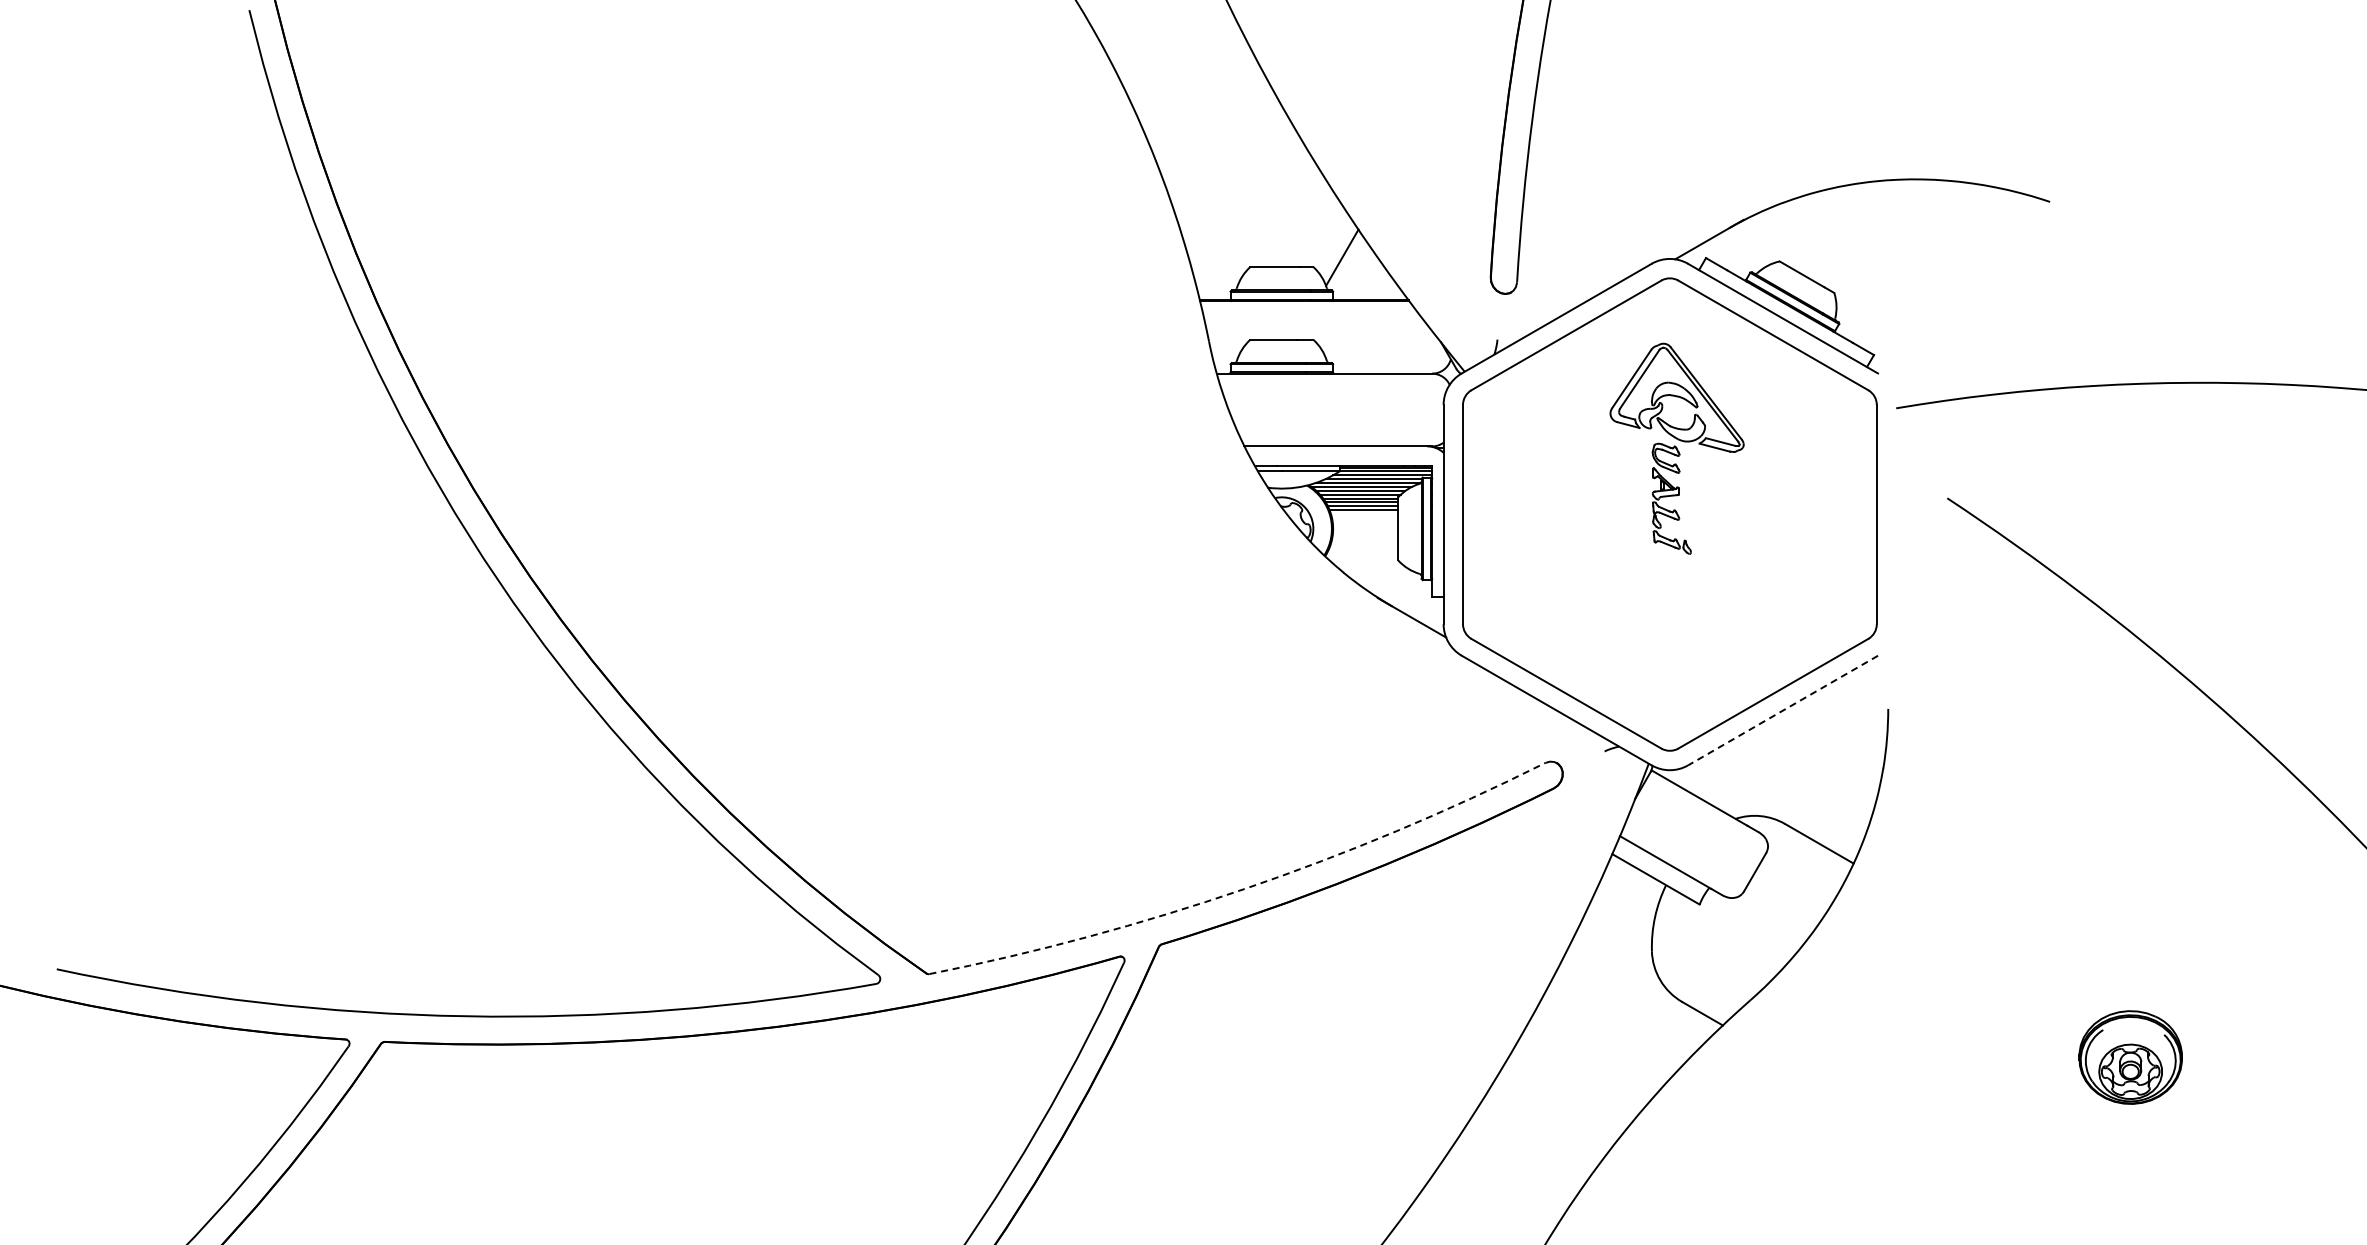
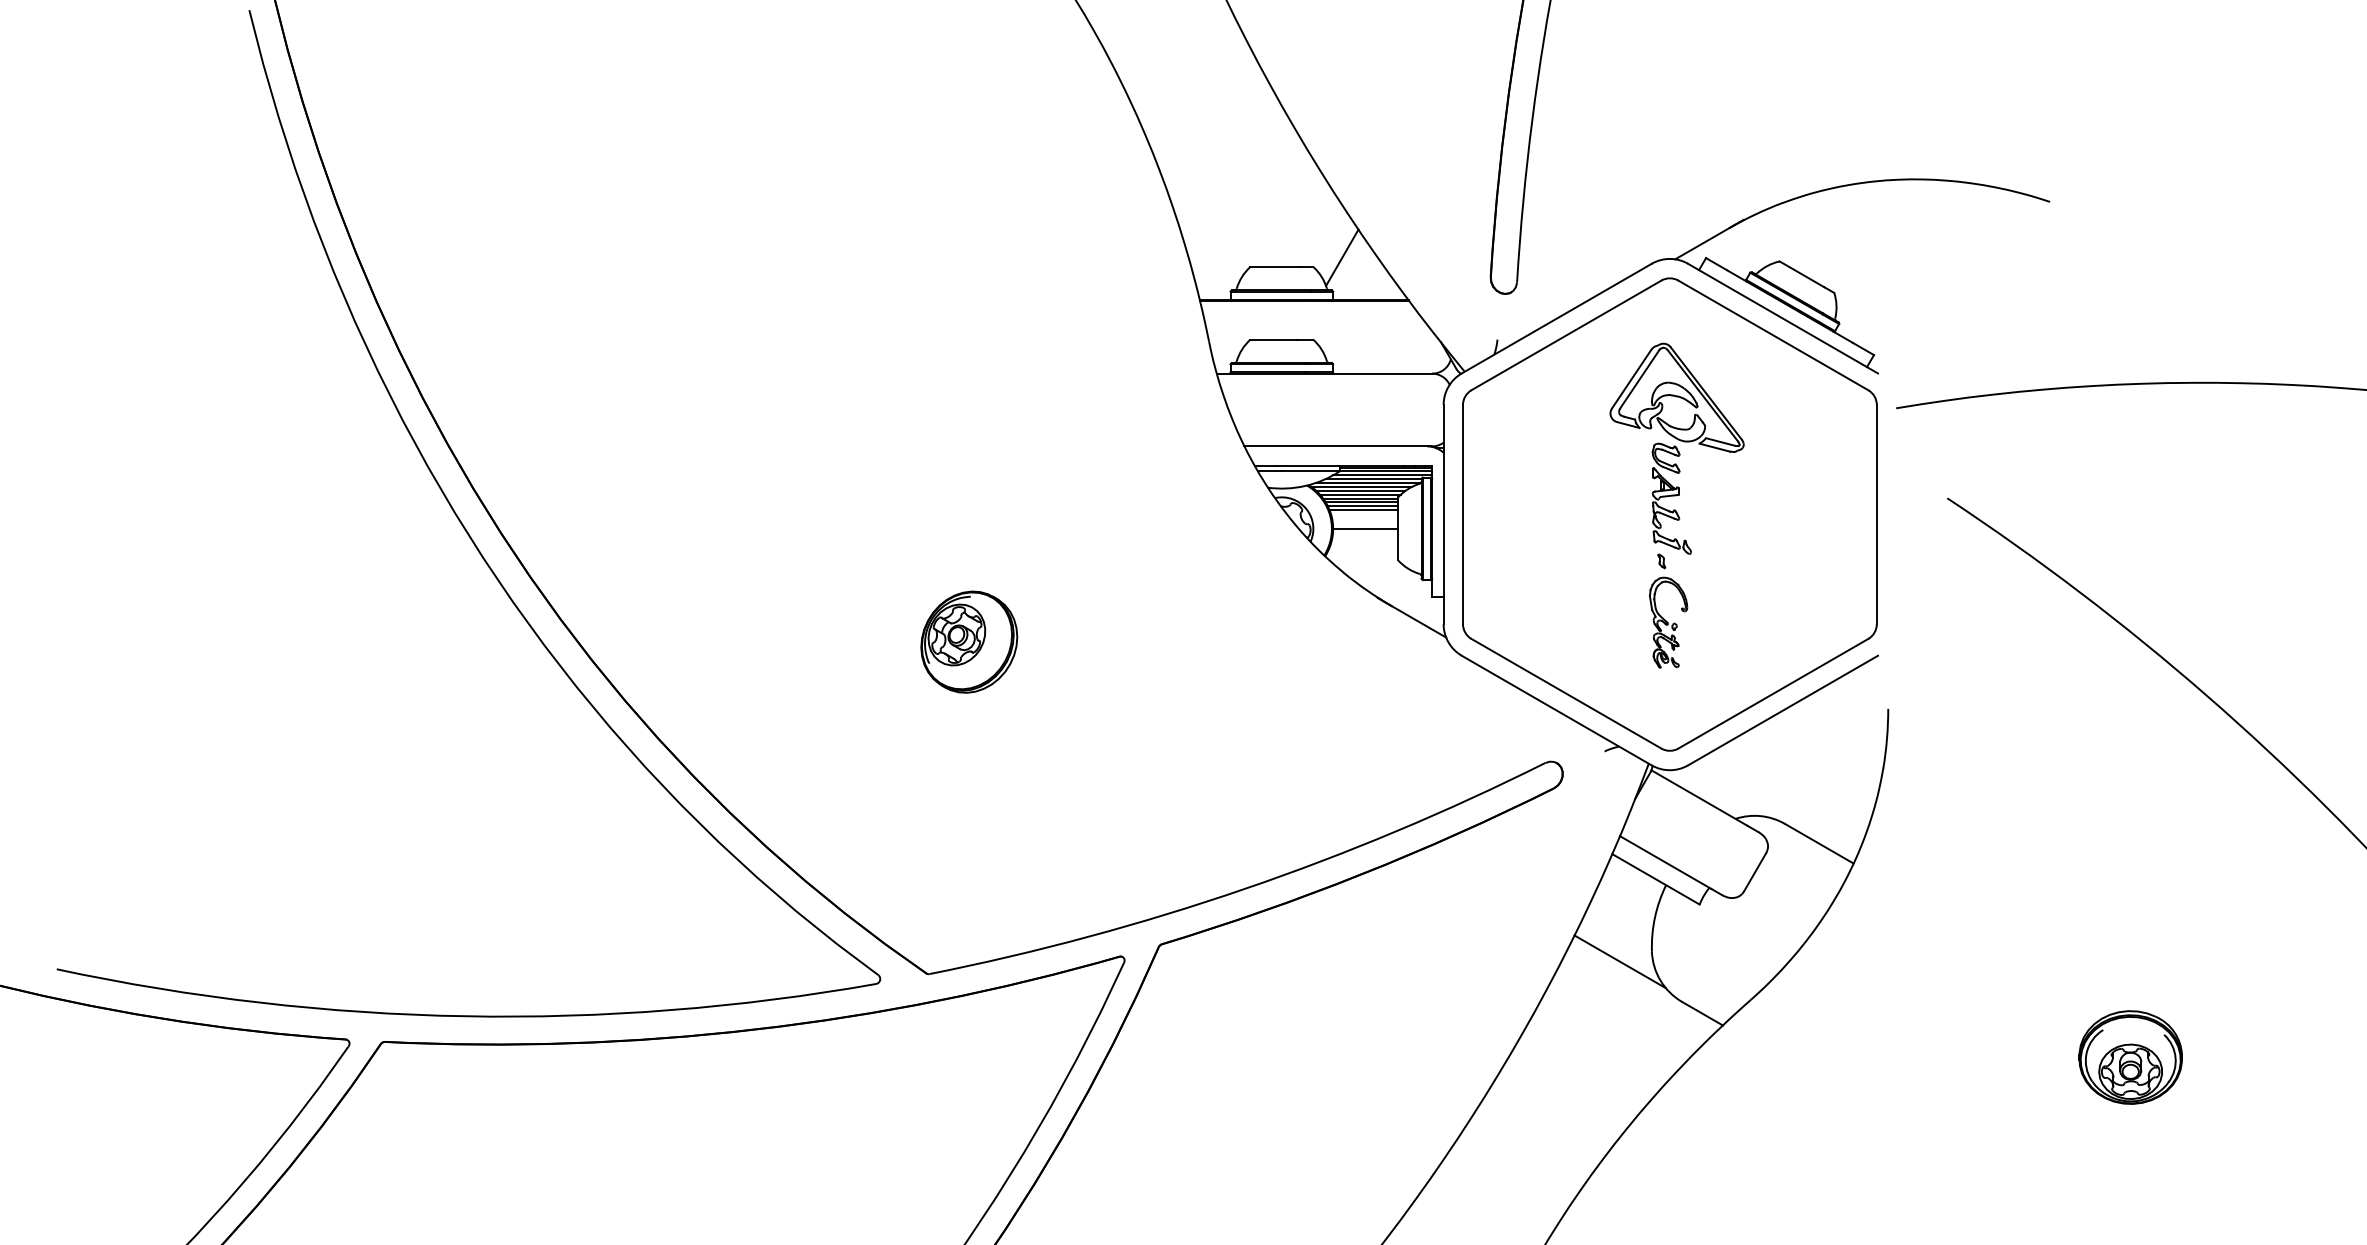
line at (1365, 528): none -> present
part at (1662, 616): none -> present
part at (969, 641): none -> present
line at (1783, 710): dashed -> solid
arc at (1244, 889): dashed -> solid
line at (1619, 961): none -> present
